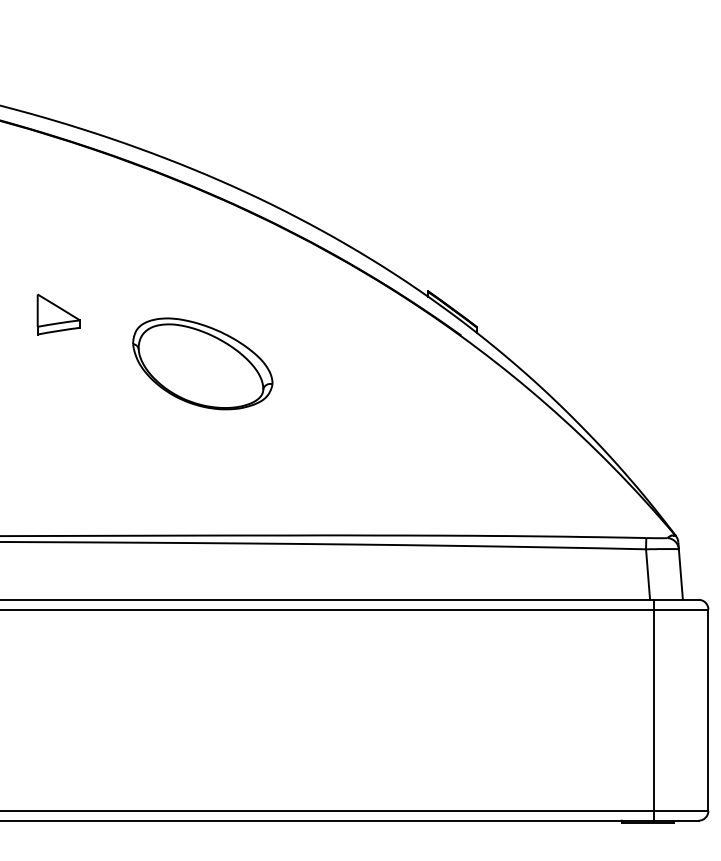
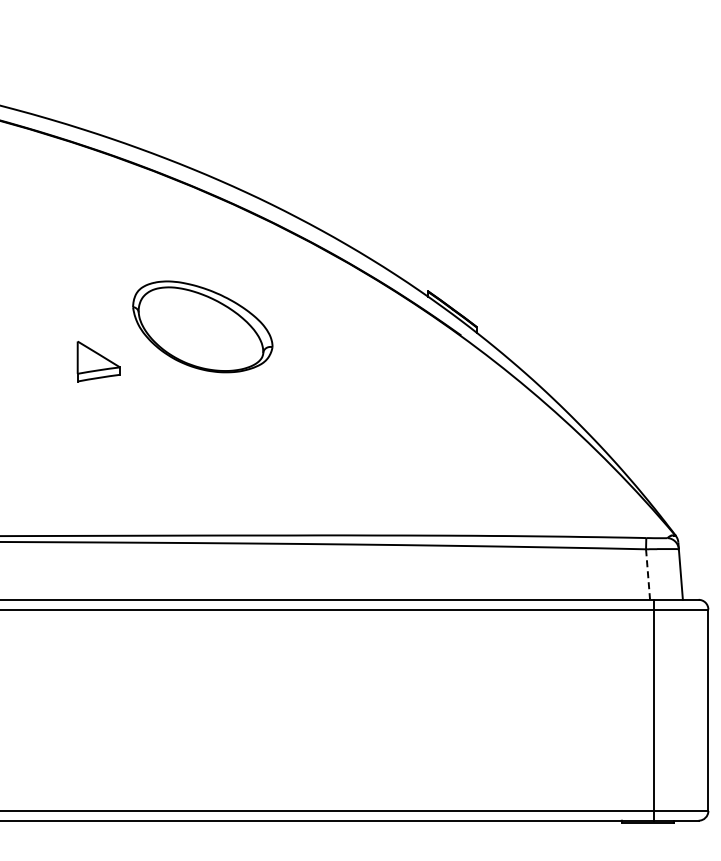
part at (58, 314) position: (58, 314) -> (98, 361)
part at (202, 363) position: (202, 363) -> (202, 326)
line at (648, 575): solid -> dashed
